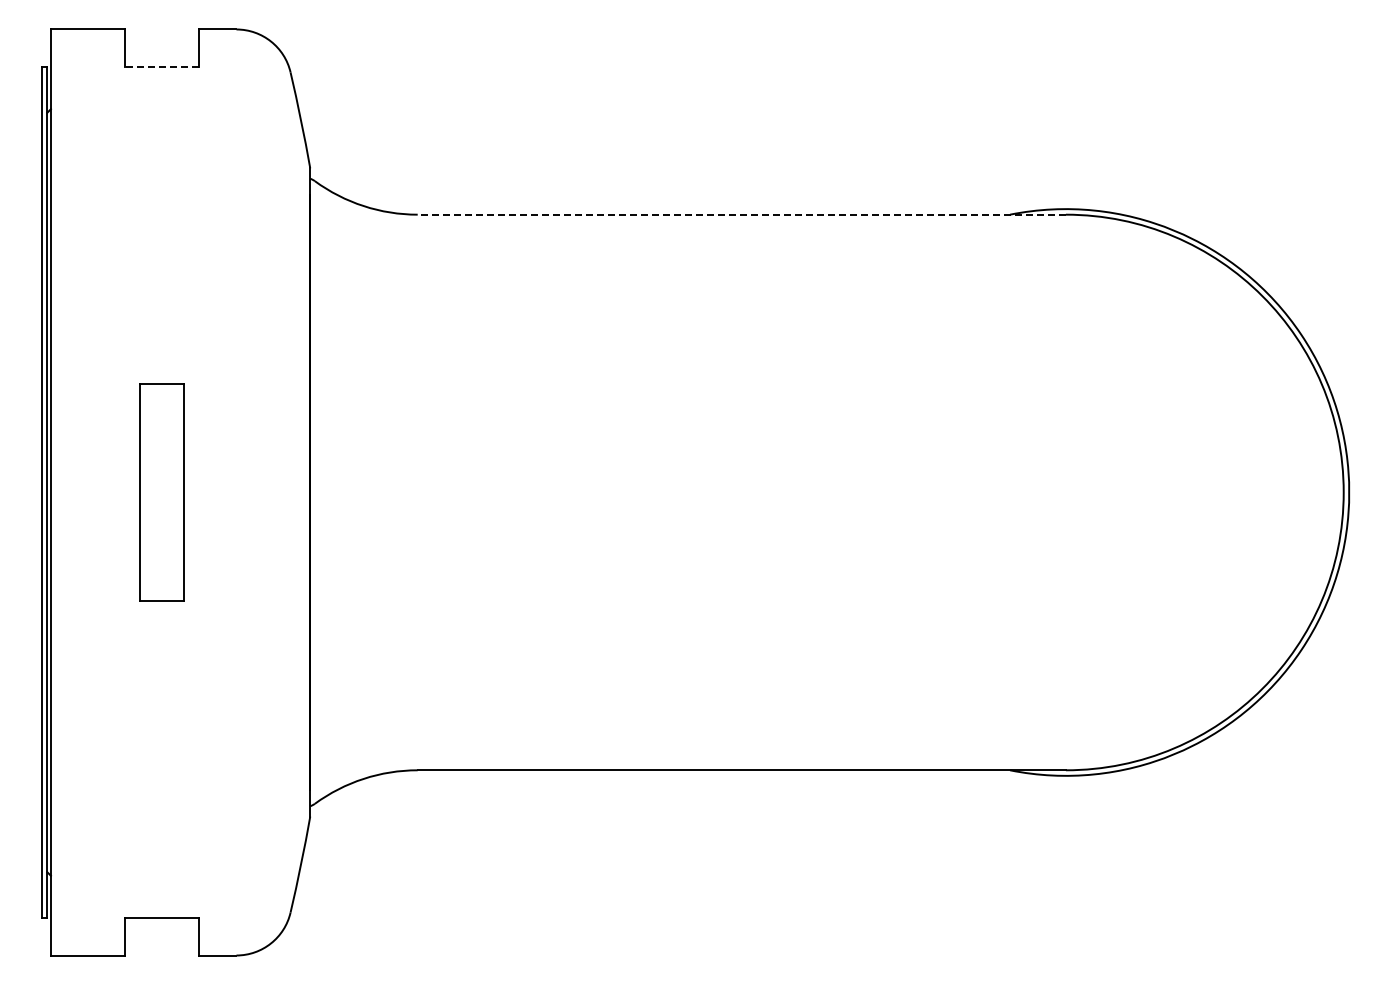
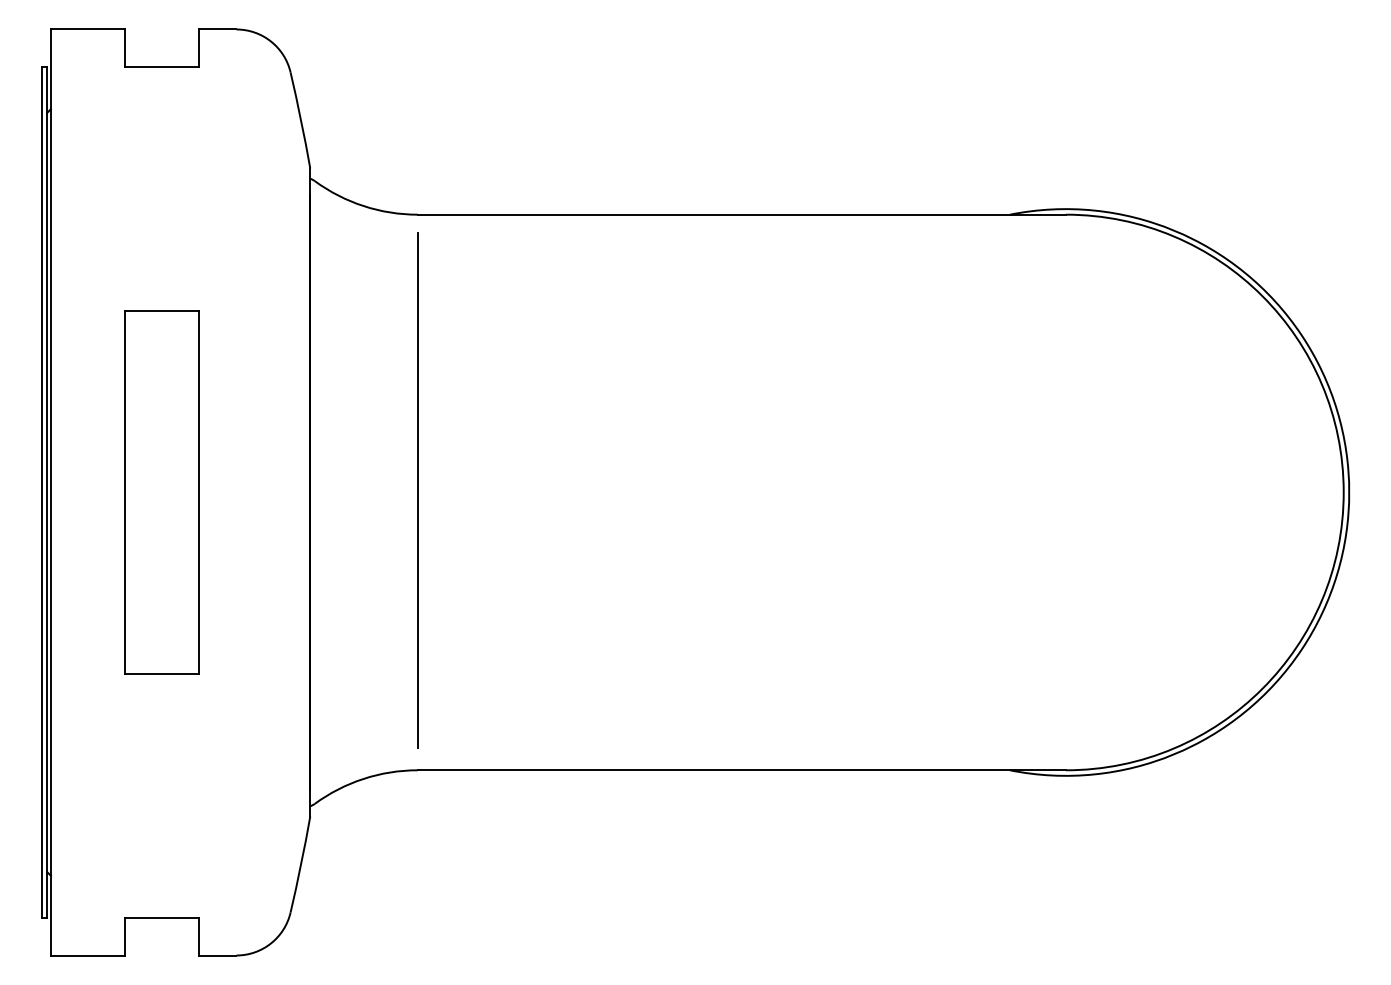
line at (161, 66): dashed -> solid
line at (741, 214): dashed -> solid
line at (417, 489): none -> present
part at (161, 492) size: 46x219 px -> 76x365 px
